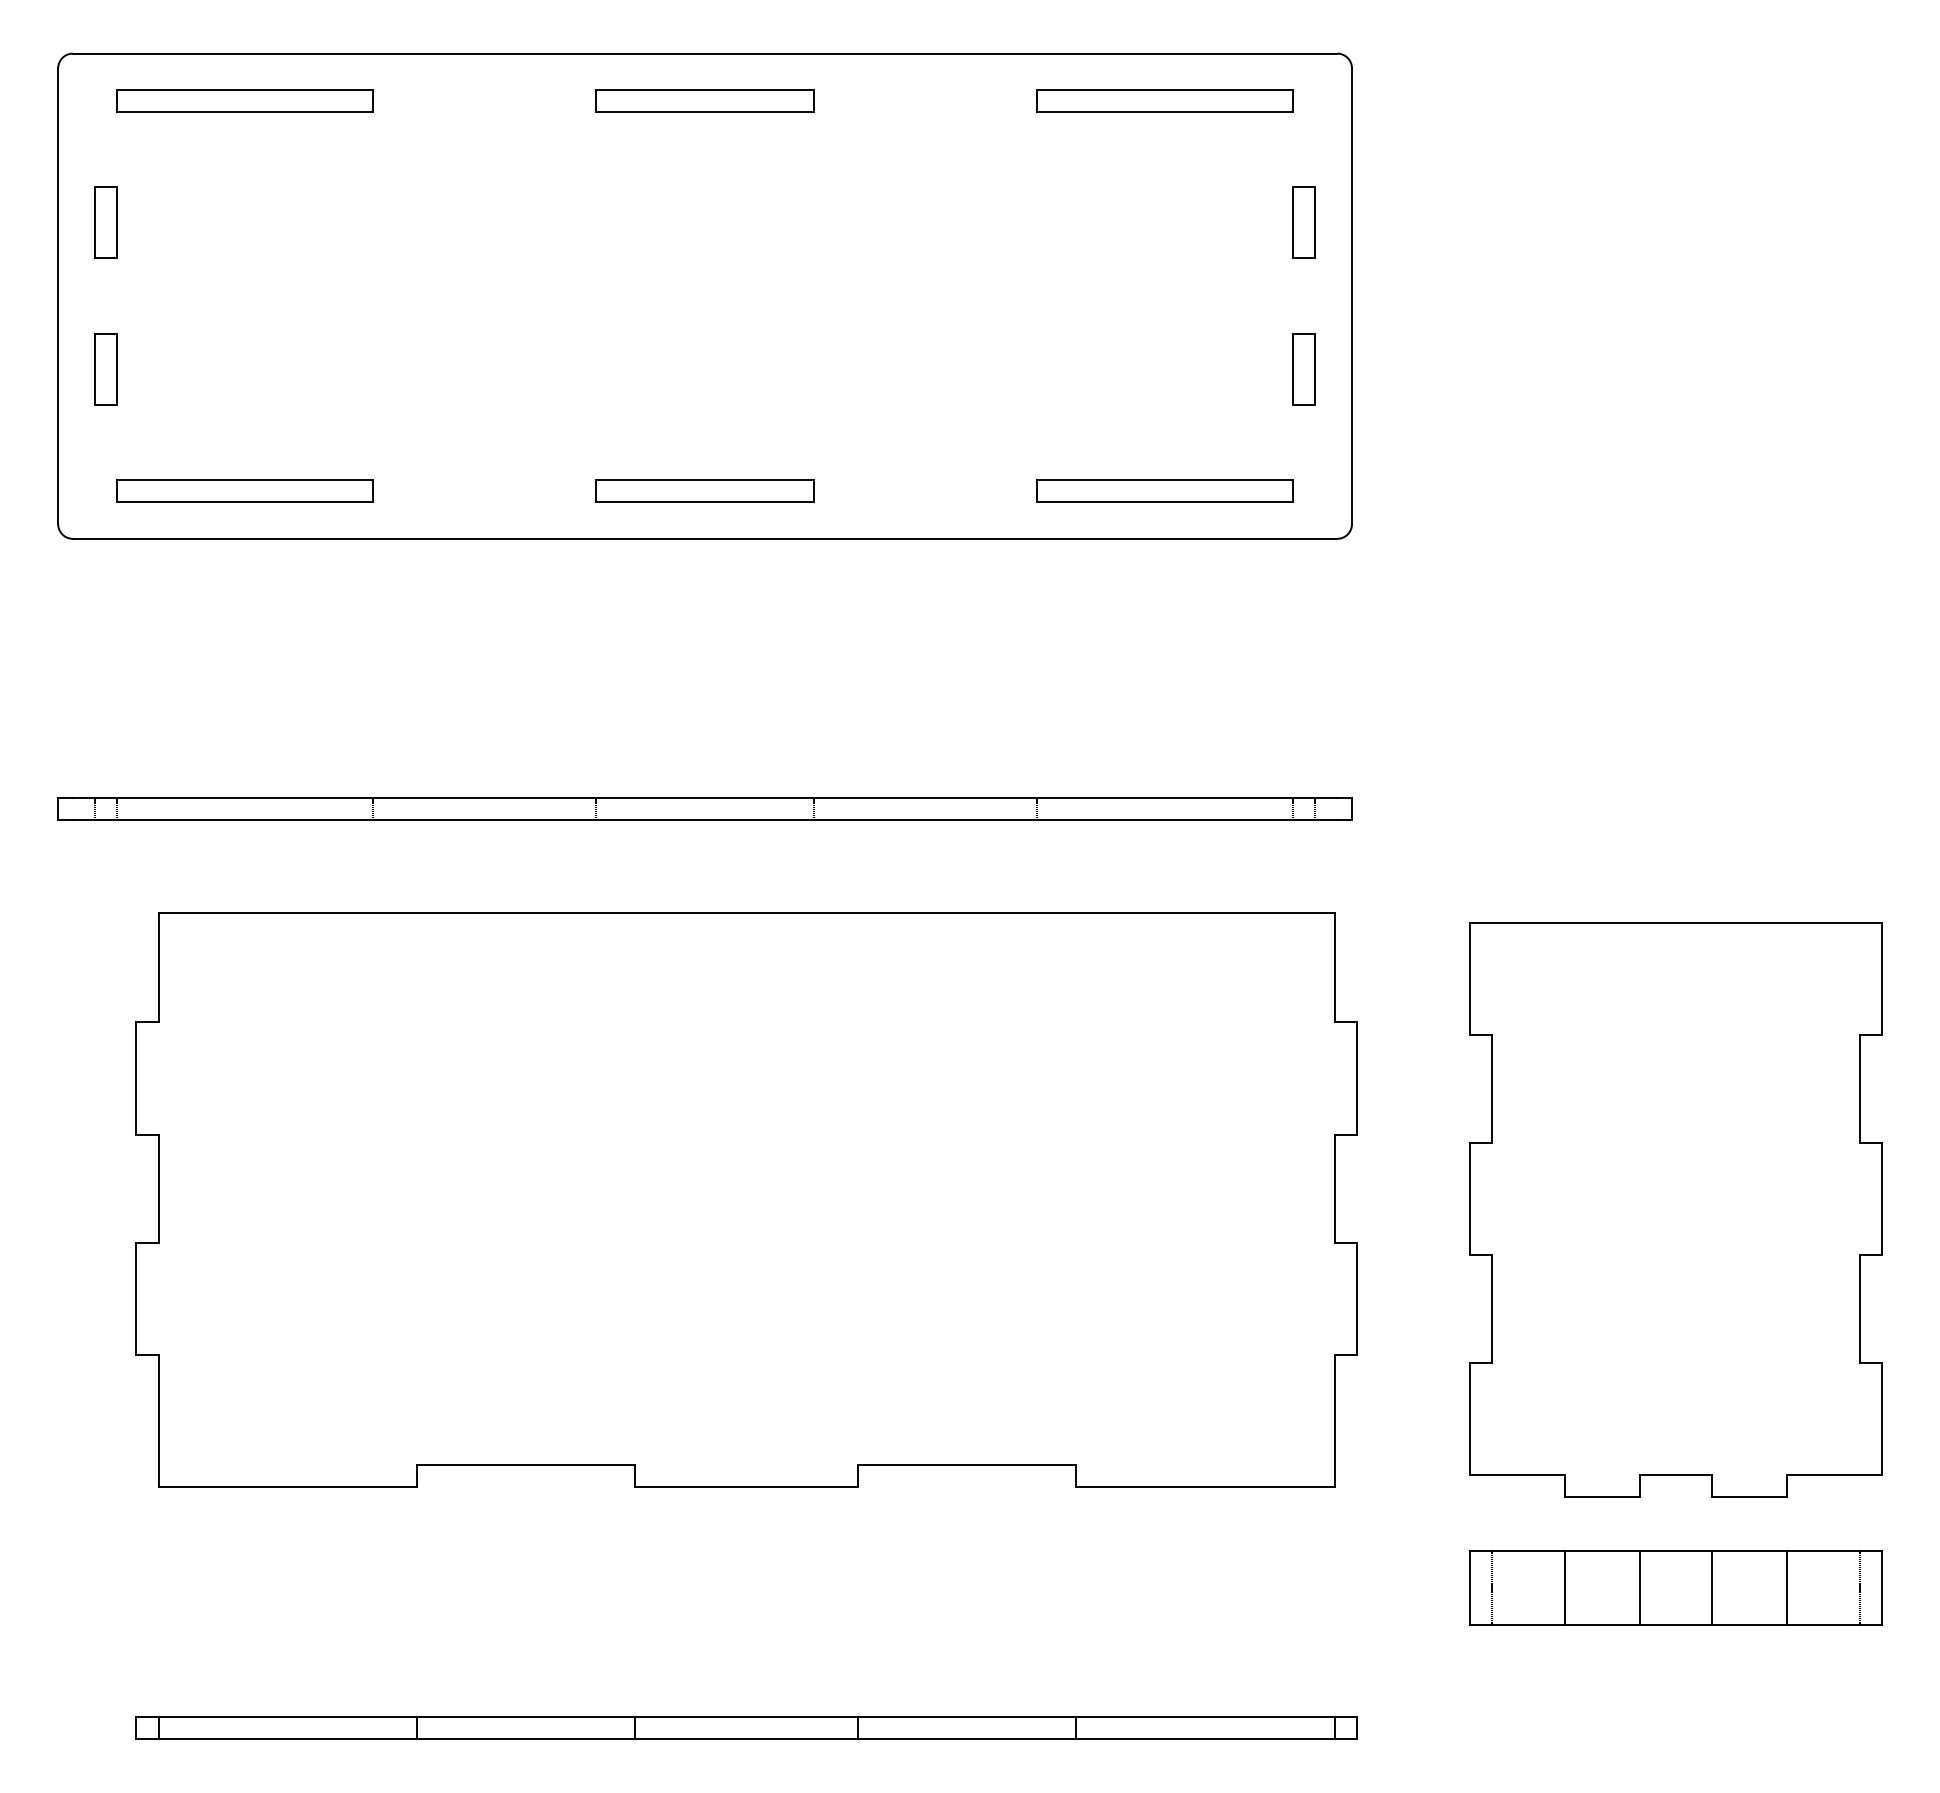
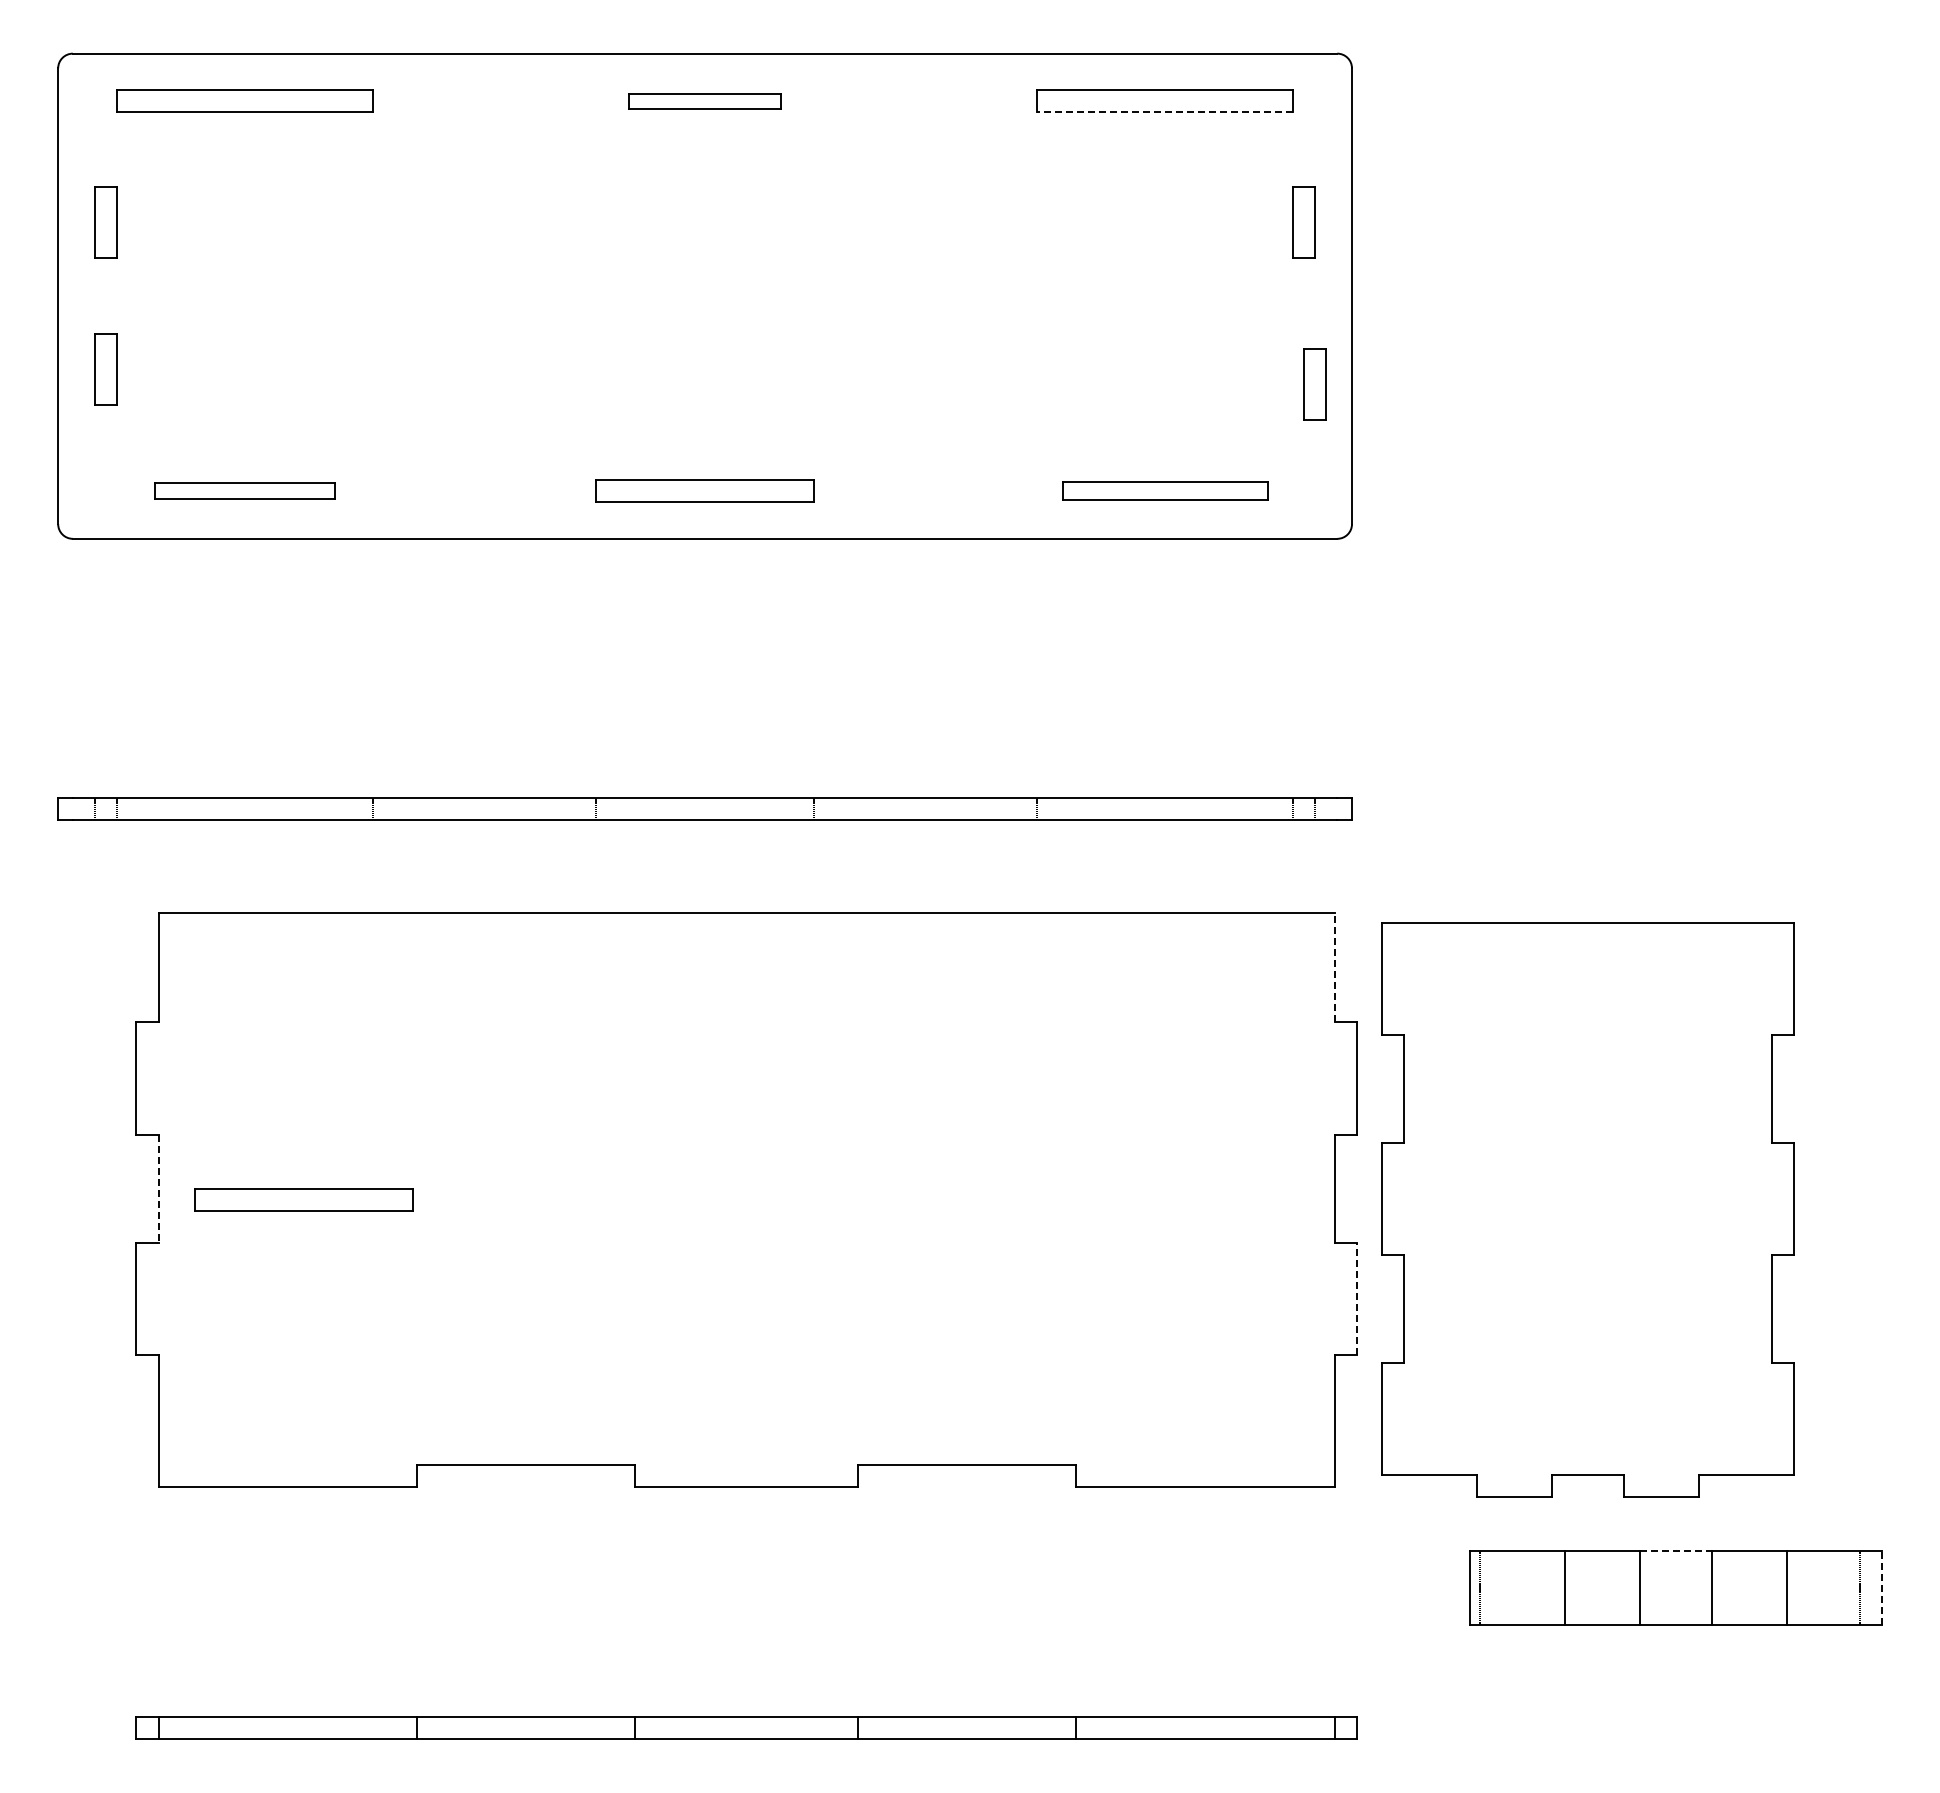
part at (704, 100) size: 220x24 px -> 154x17 px
line at (1164, 112): solid -> dashed
part at (1303, 369) position: (1303, 369) -> (1314, 384)
part at (244, 490) size: 258x24 px -> 182x18 px
part at (1164, 490) size: 258x24 px -> 207x20 px
line at (1334, 967): solid -> dashed
line at (158, 1189): solid -> dashed
part at (303, 1199): none -> present
part at (1675, 1209) position: (1675, 1209) -> (1587, 1209)
line at (1356, 1298): solid -> dashed
line at (1675, 1551): solid -> dashed
line at (1492, 1587) position: (1492, 1587) -> (1480, 1587)
line at (1881, 1587): solid -> dashed
